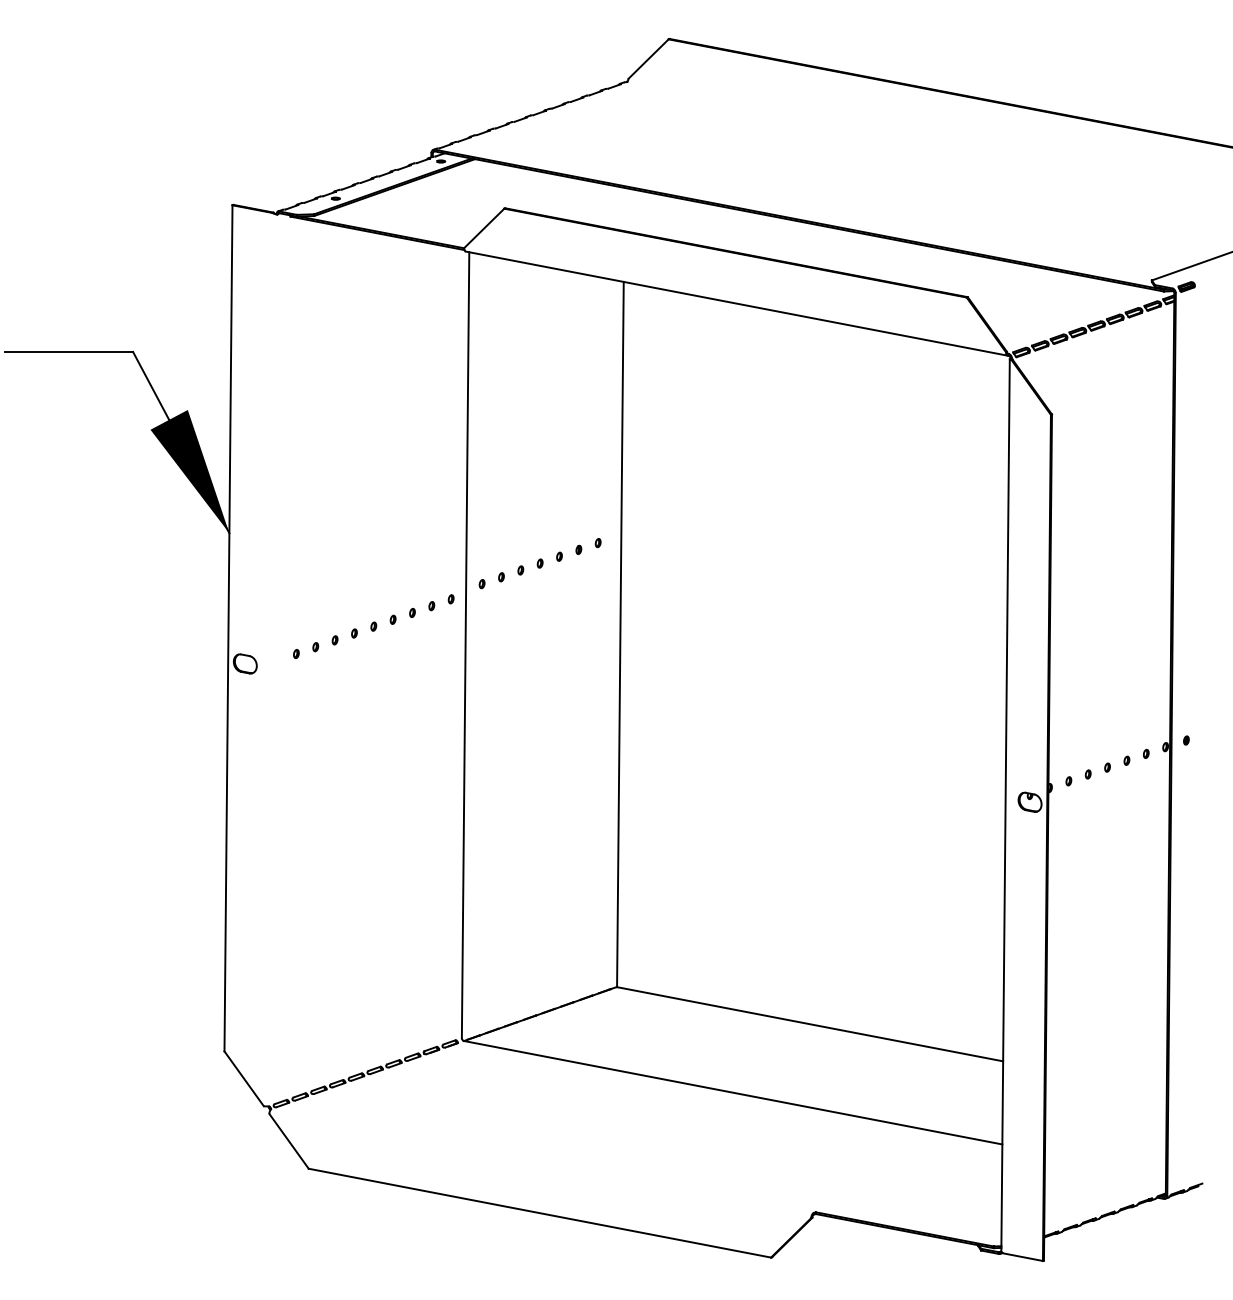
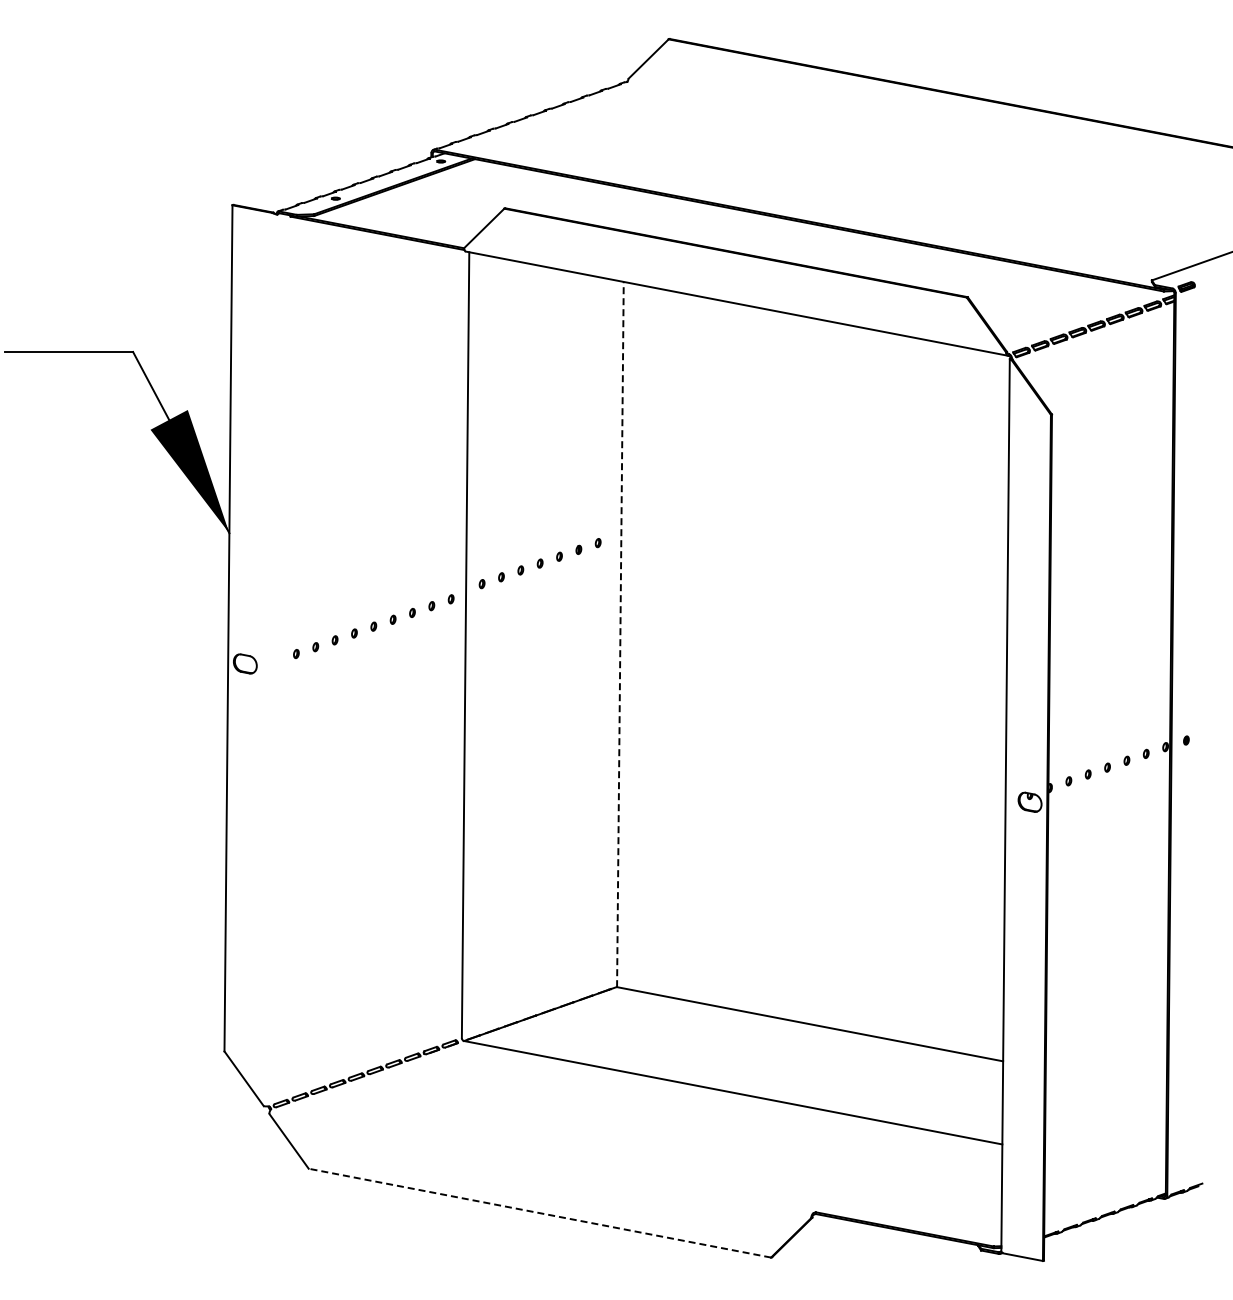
line at (620, 634): solid -> dashed
line at (539, 1213): solid -> dashed
